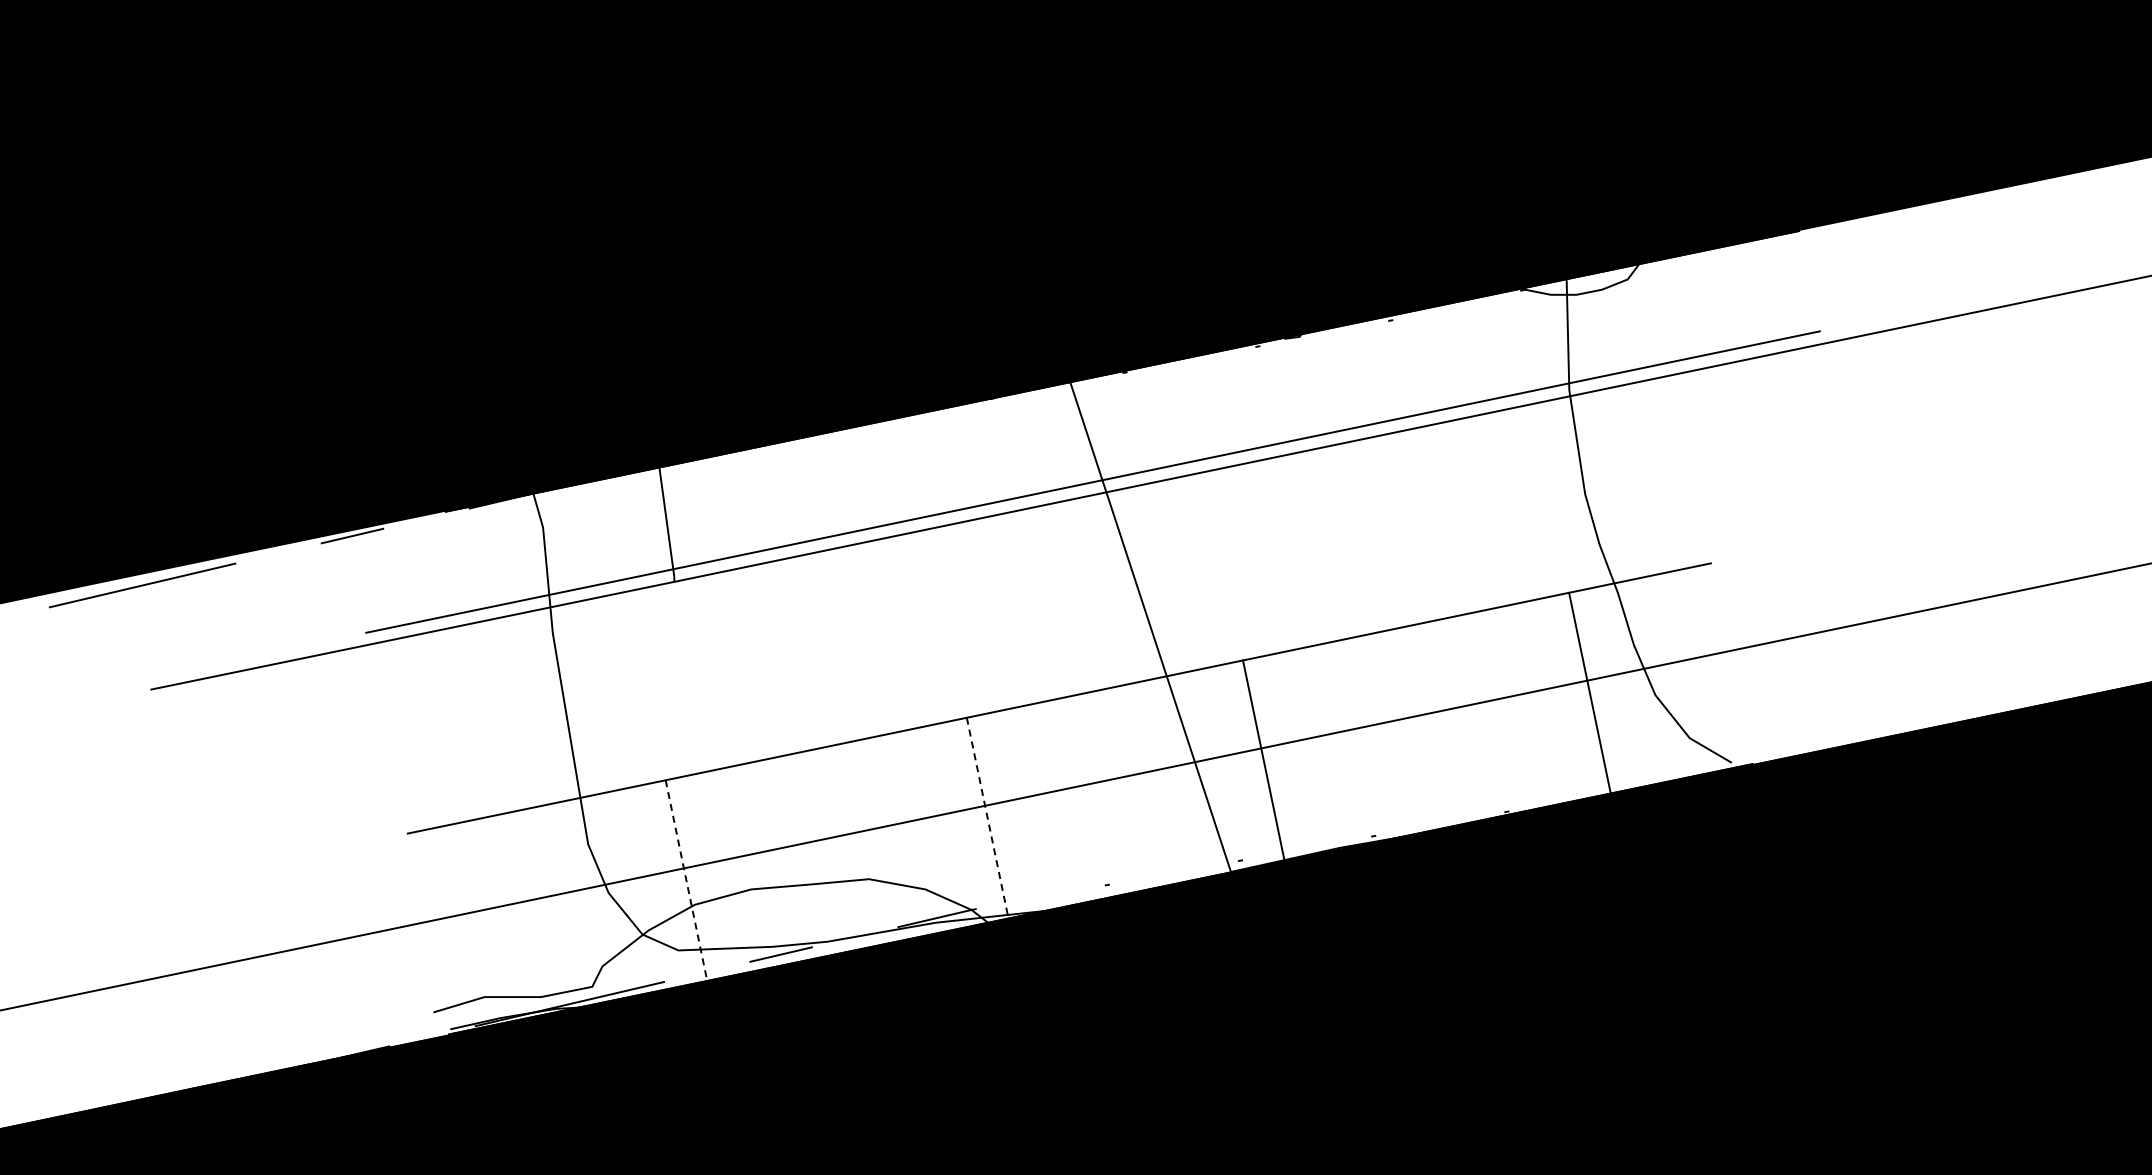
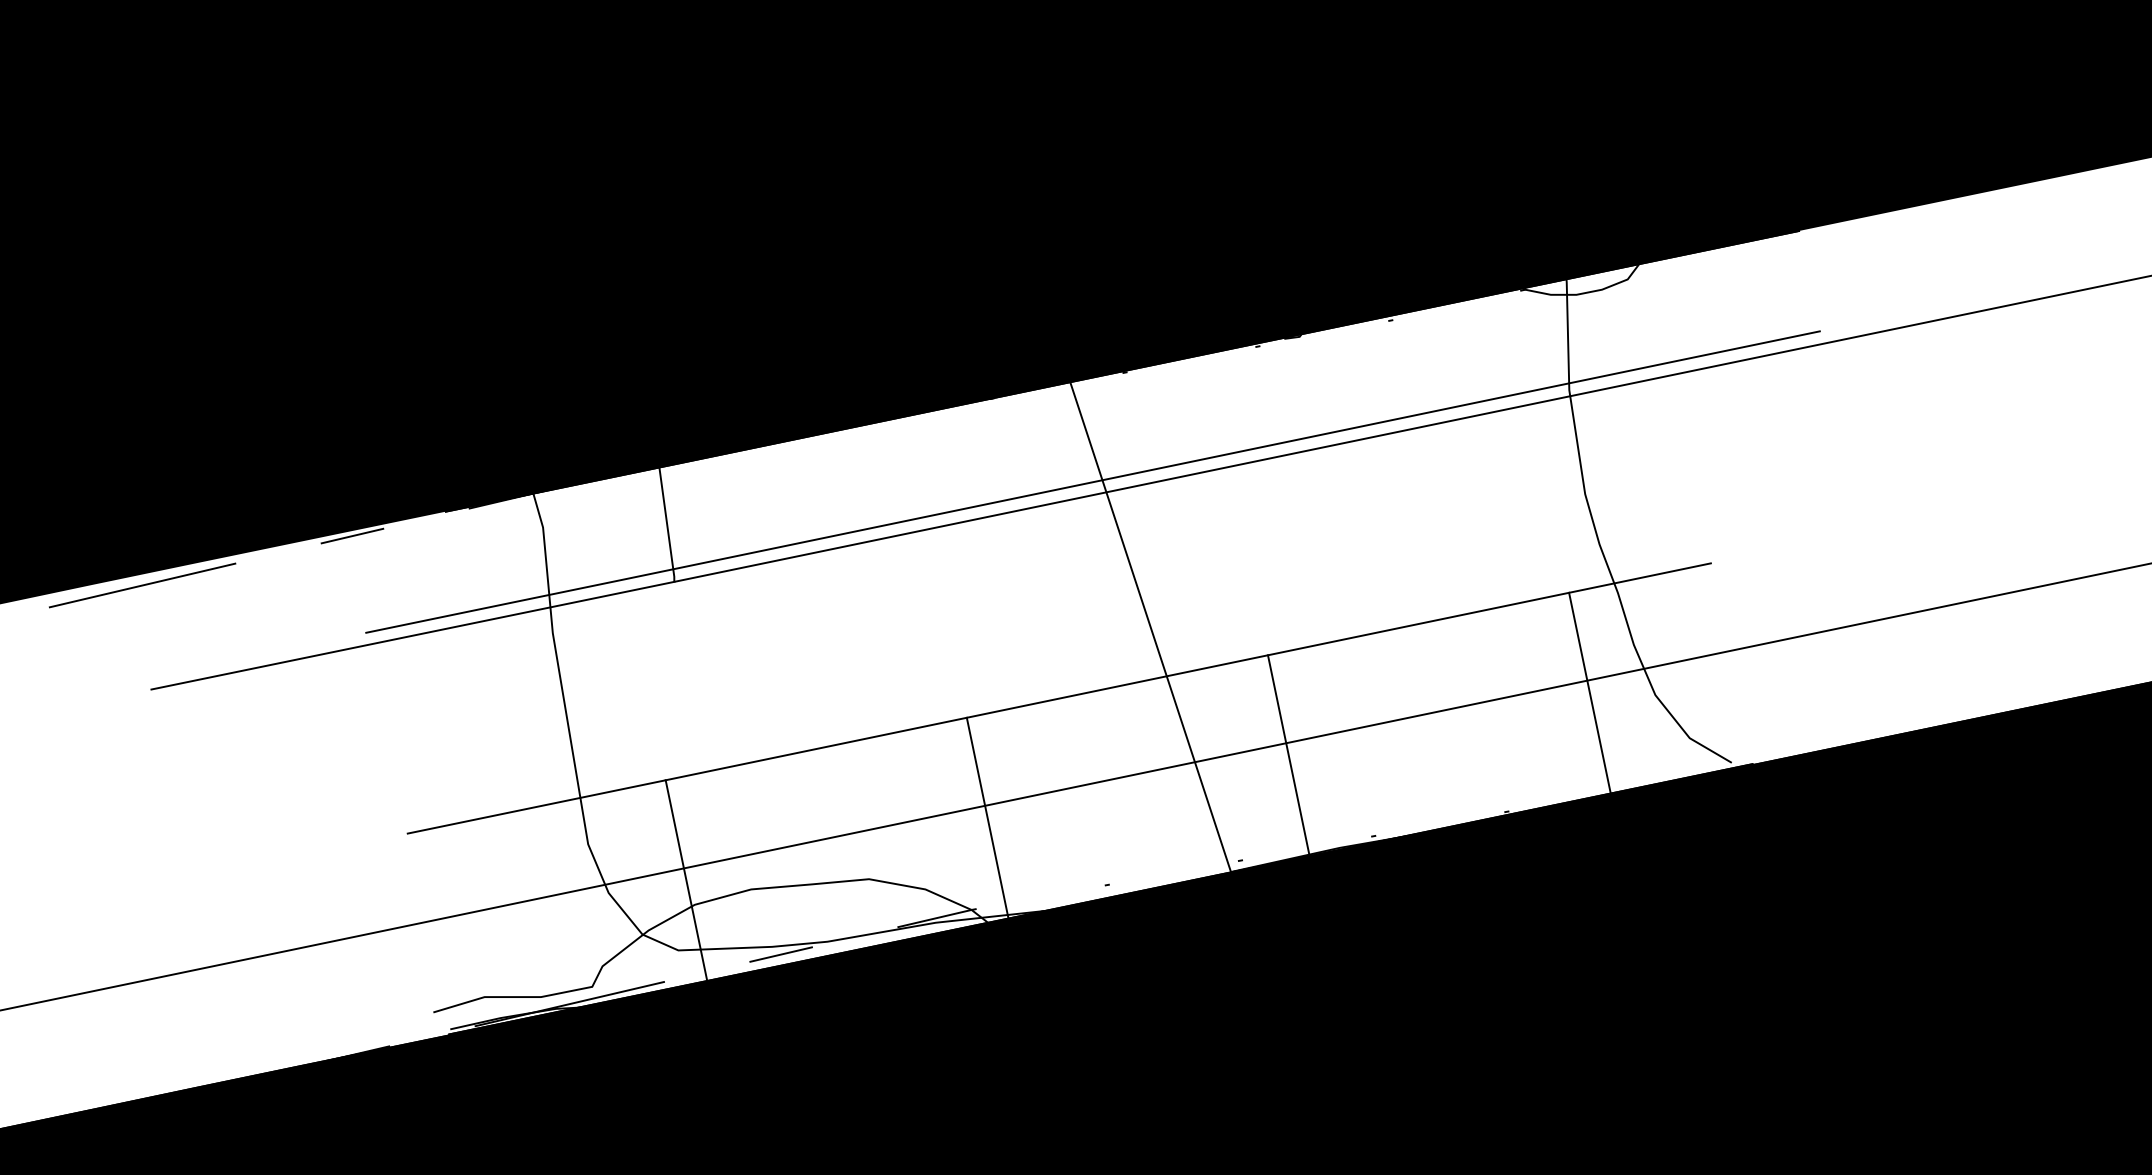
line at (1263, 760) position: (1263, 760) -> (1288, 755)
line at (987, 818): dashed -> solid
line at (686, 880): dashed -> solid
